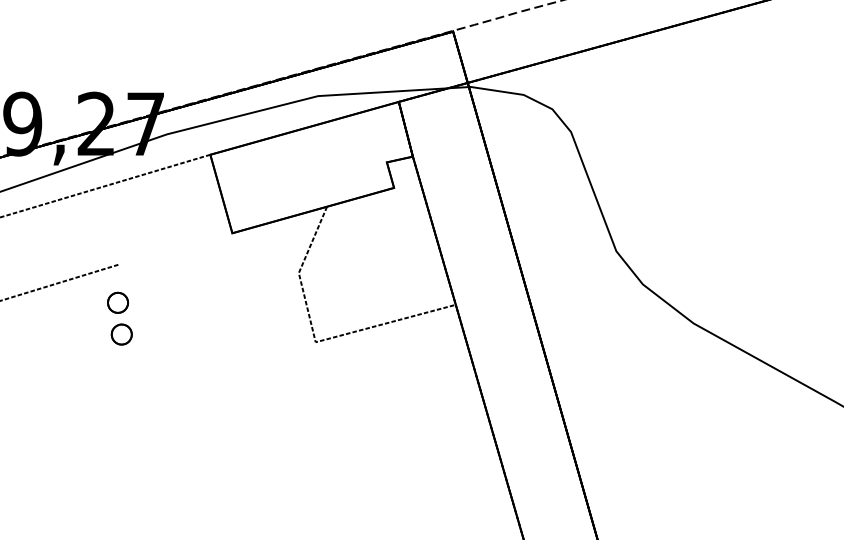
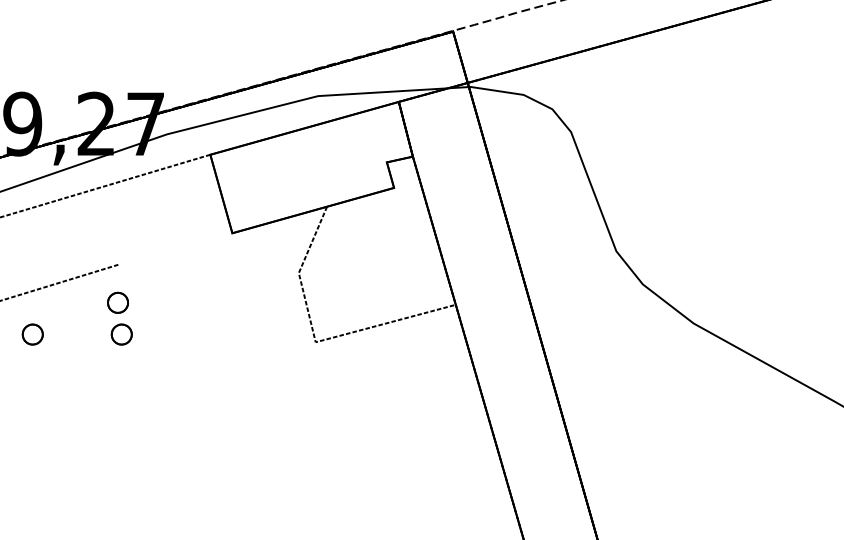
part at (32, 334): none -> present
